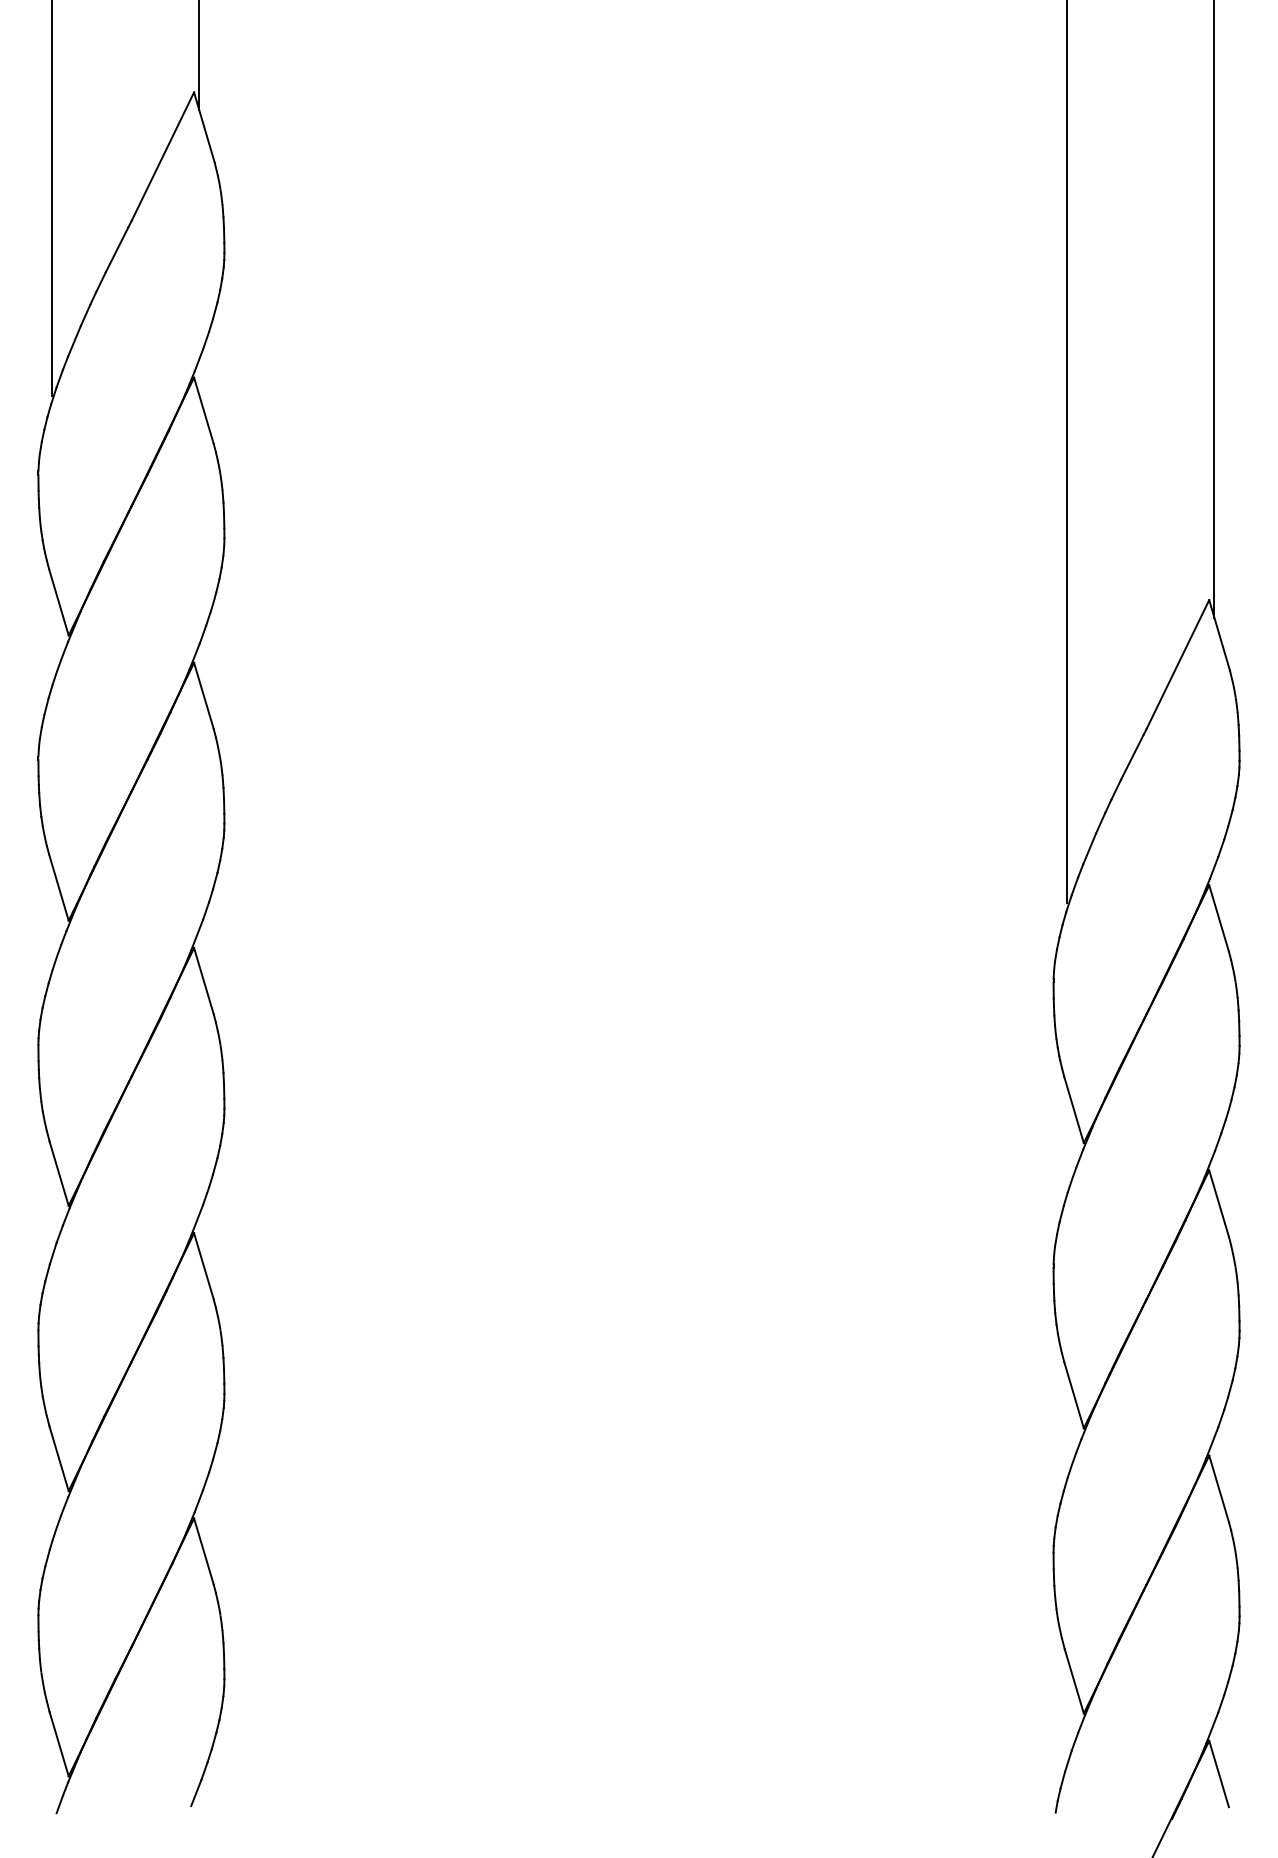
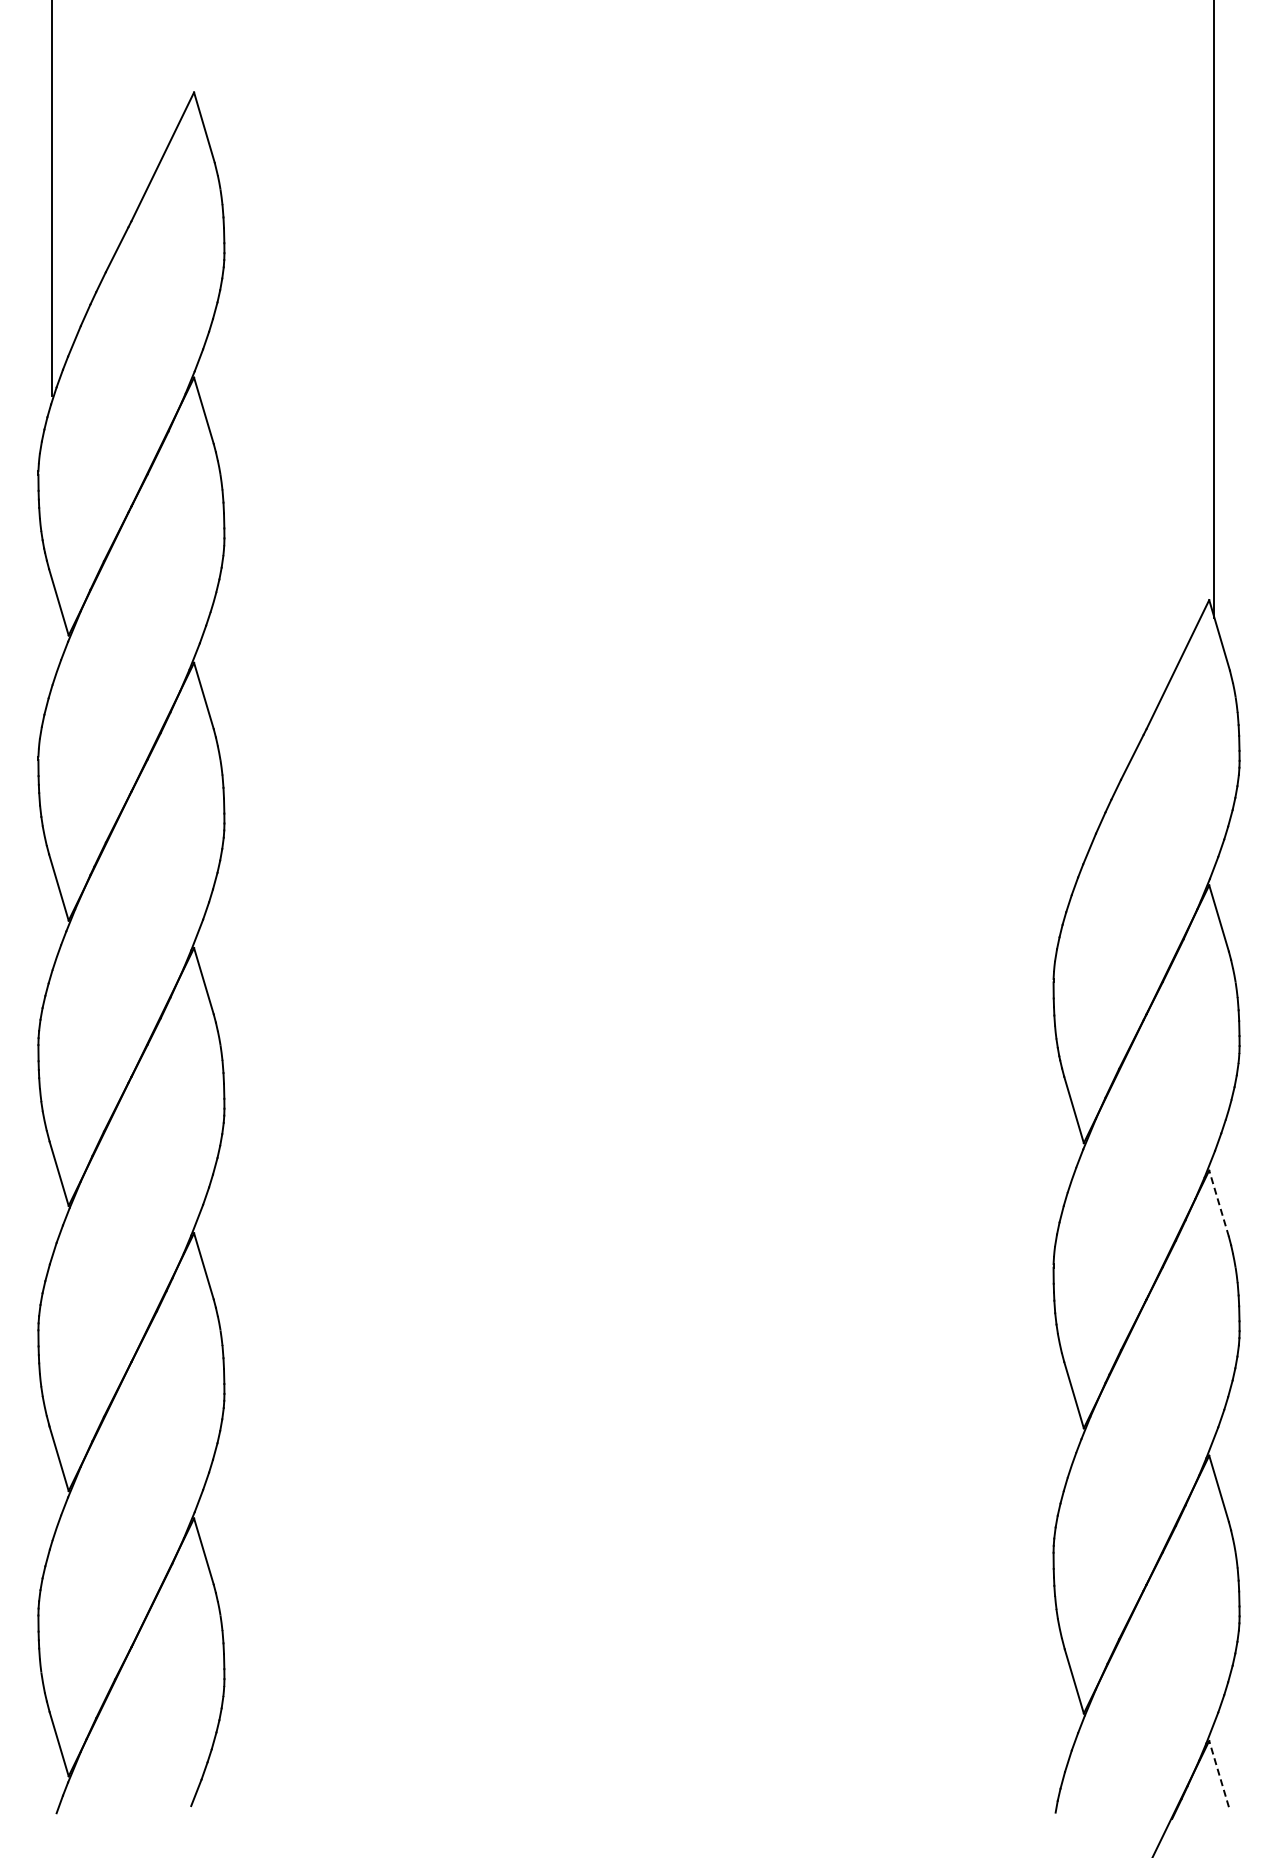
line at (199, 56): present -> none
line at (1066, 452): present -> none
line at (1219, 1203): solid -> dashed
line at (1219, 1774): solid -> dashed
